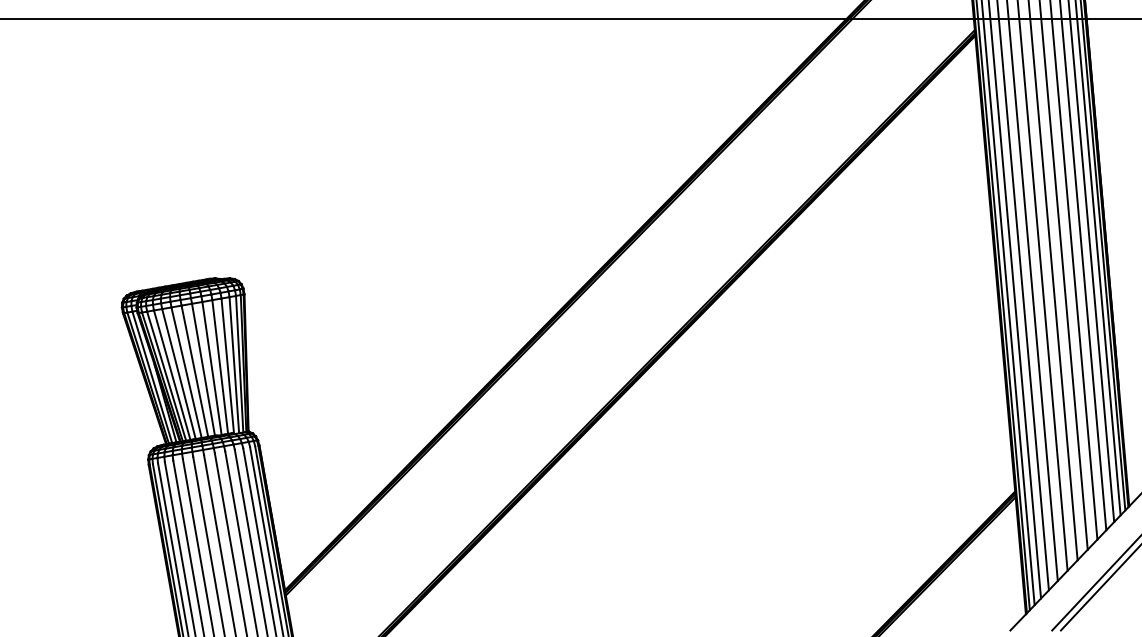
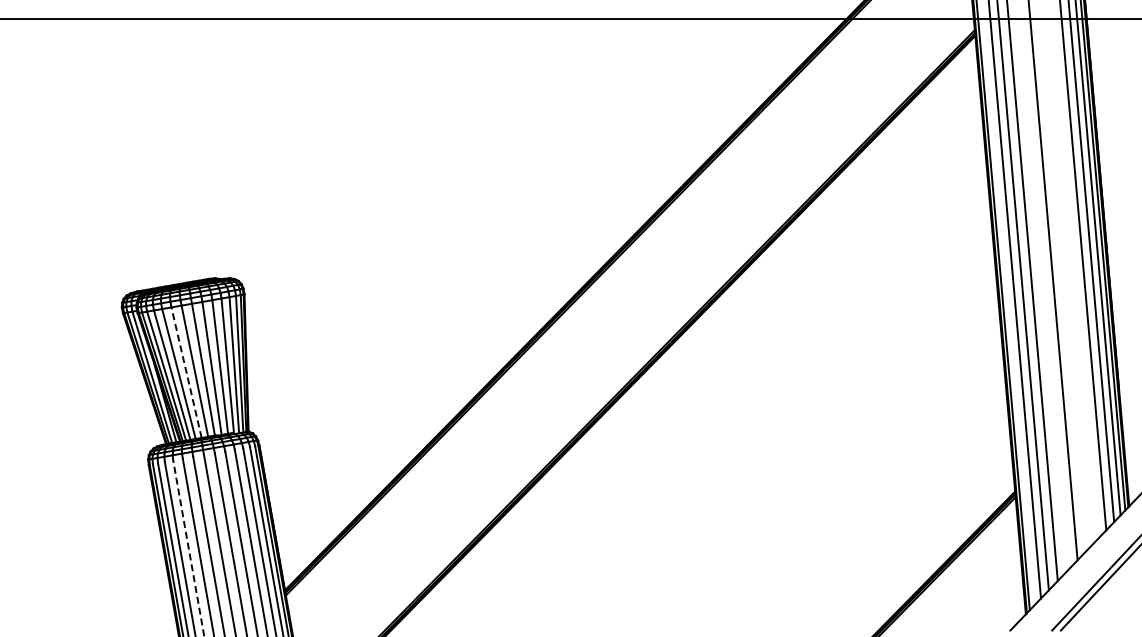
line at (1073, 270): present -> none
line at (1063, 275): present -> none
line at (1042, 286): present -> none
line at (1007, 303): present -> none
line at (186, 372): solid -> dashed
line at (188, 548): solid -> dashed
